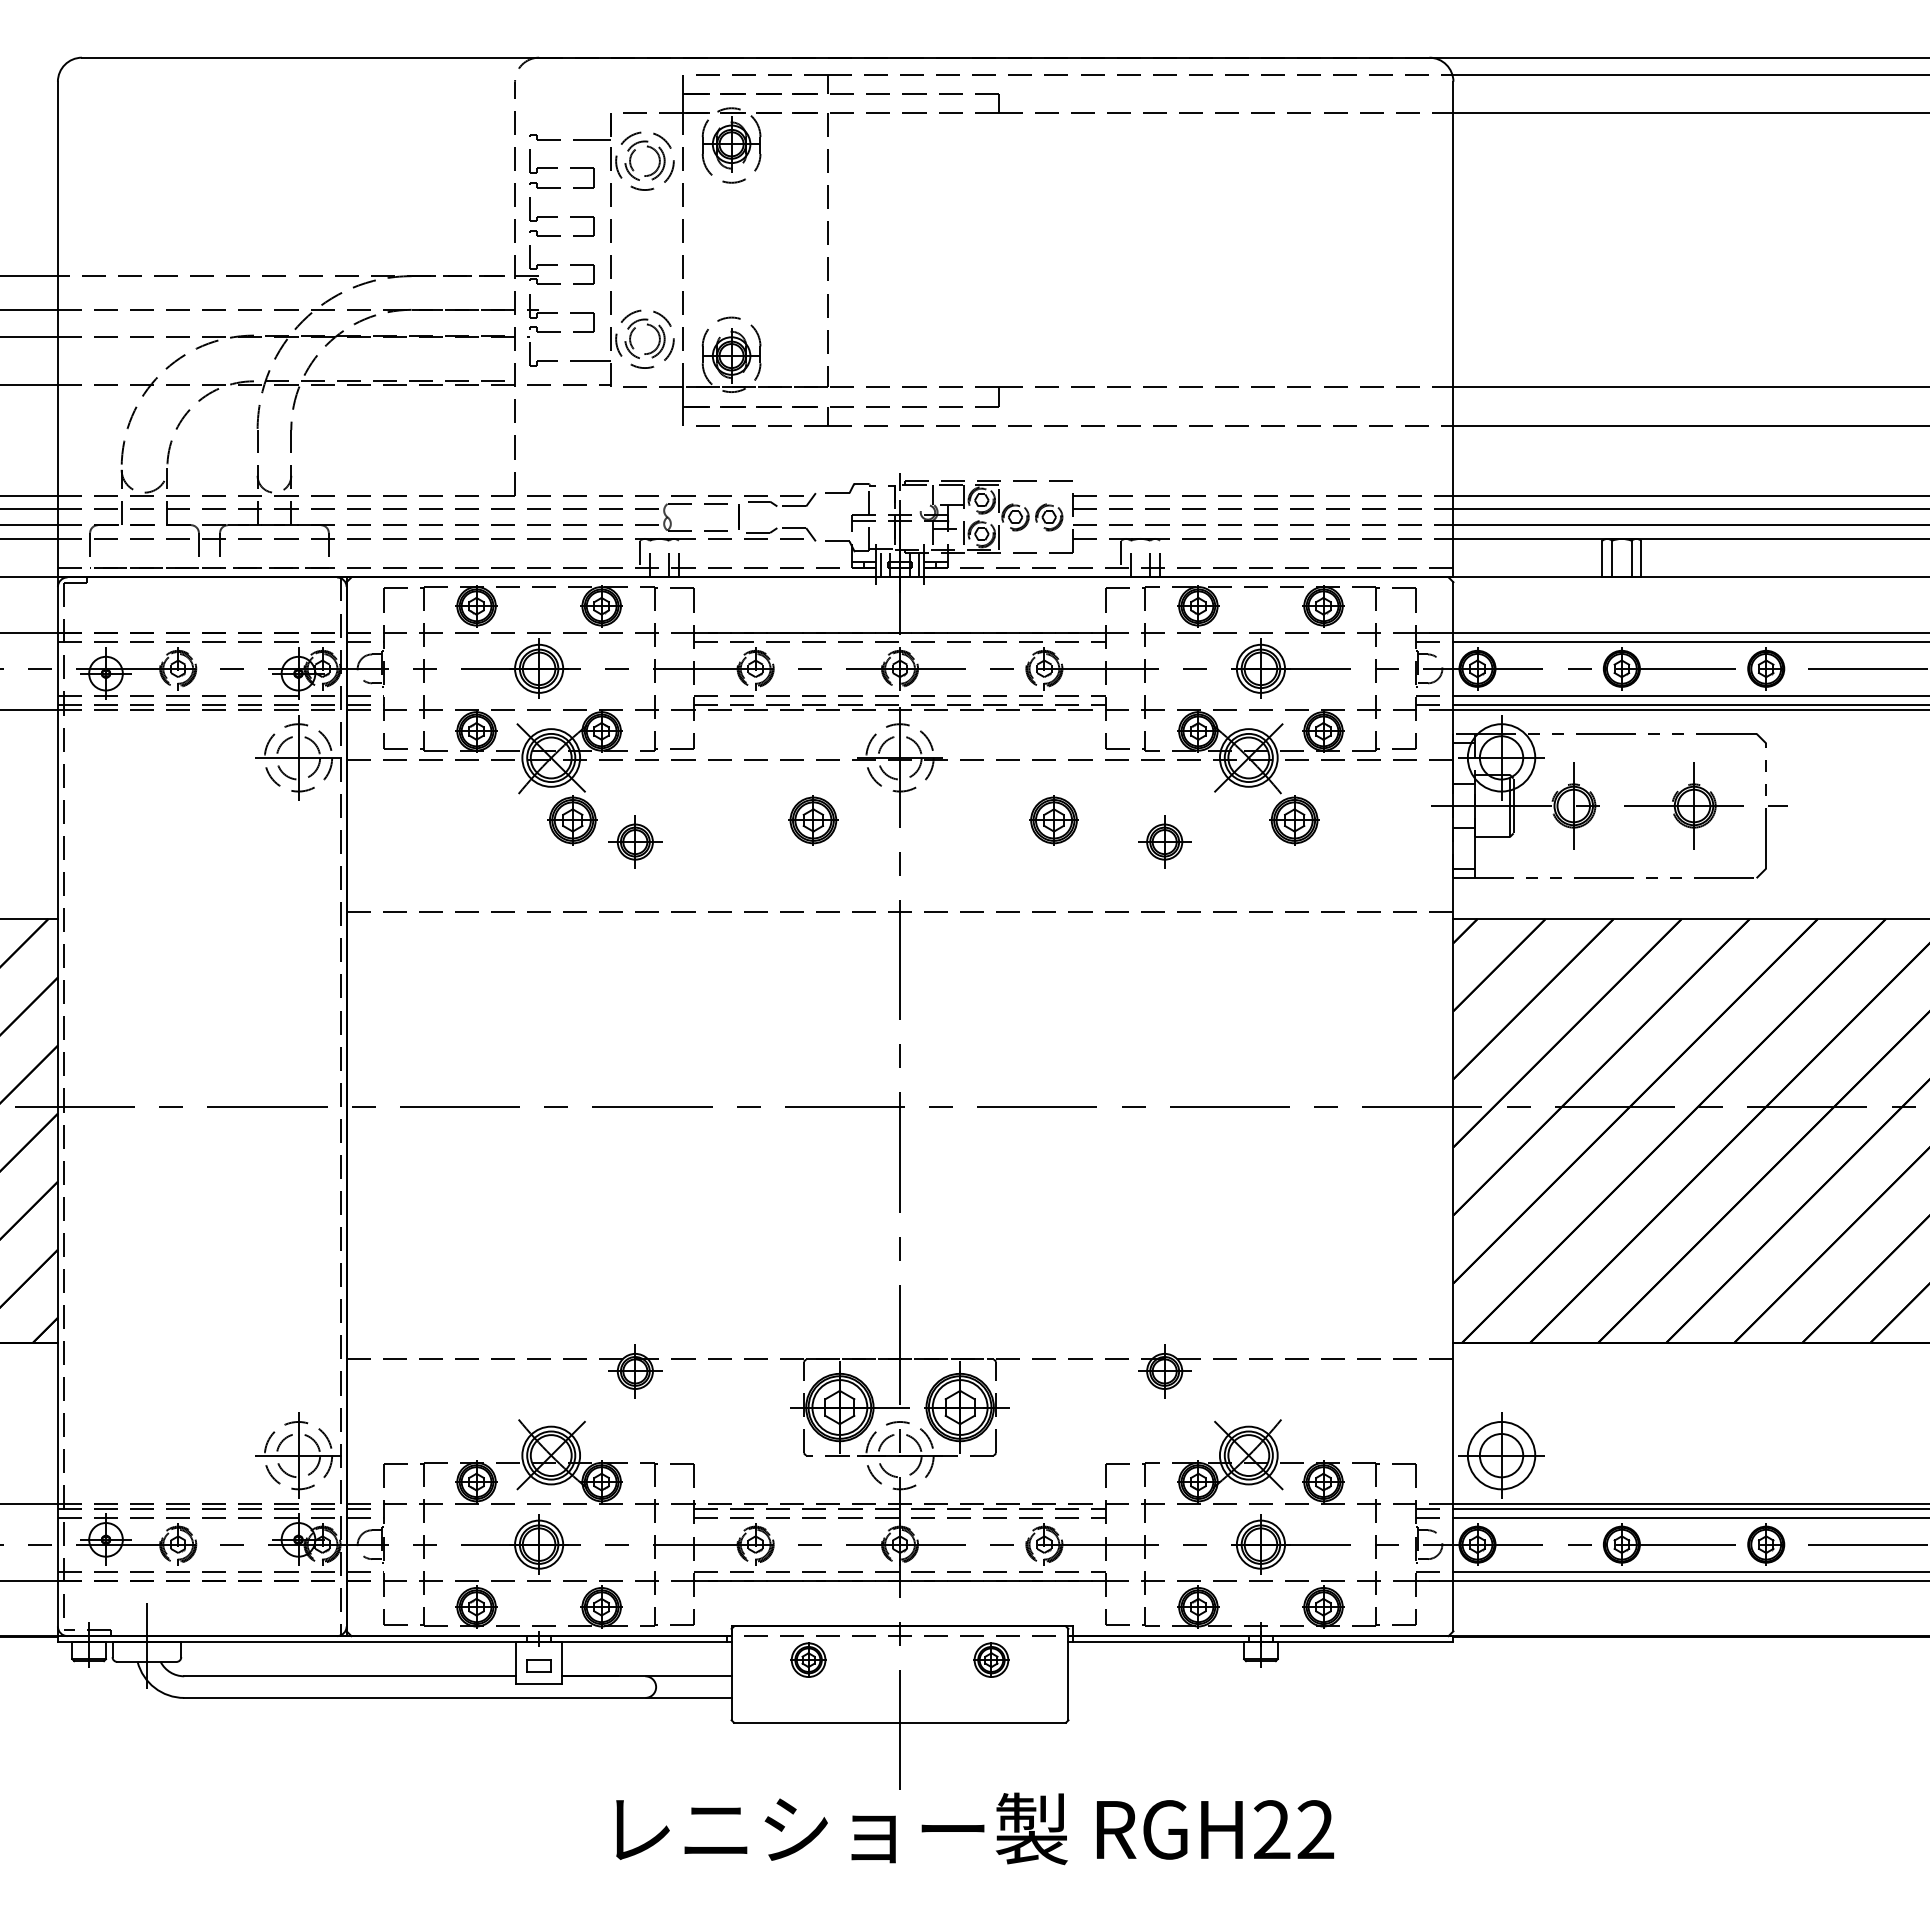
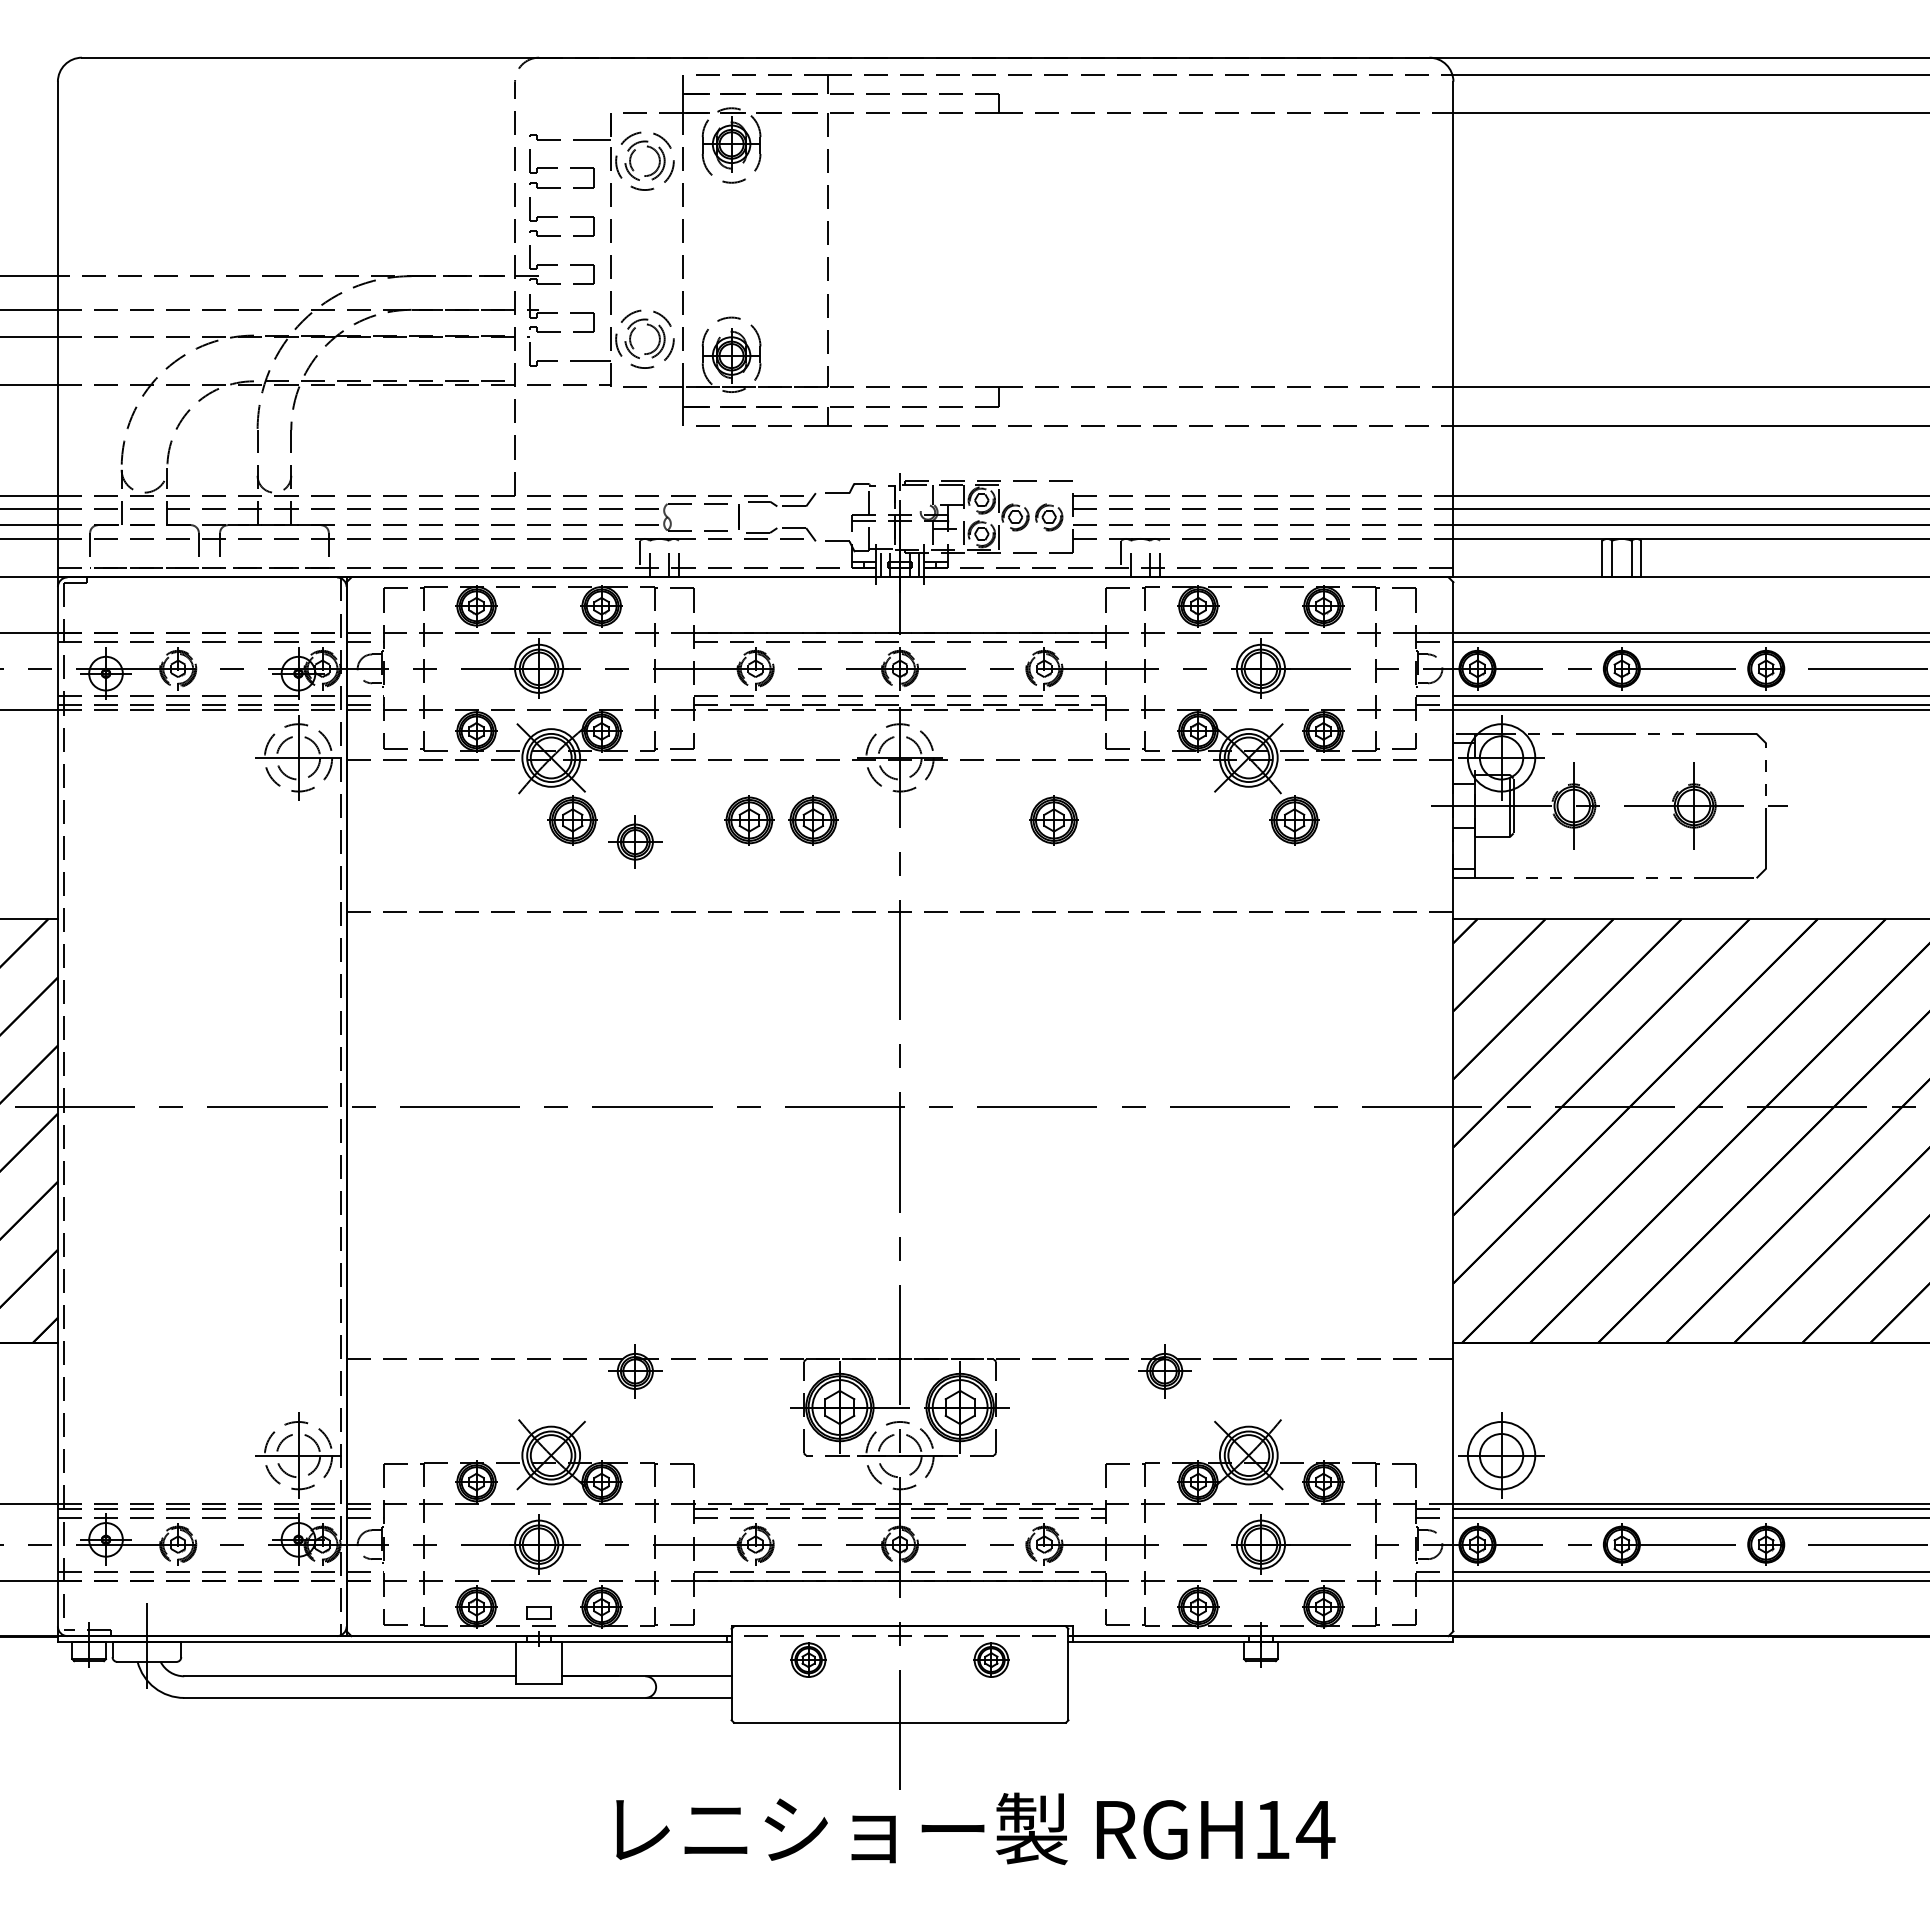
part at (749, 820): none -> present
part at (1164, 841): present -> none
part at (538, 1665) position: (538, 1665) -> (538, 1612)
text at (1294, 1829): RGH22 -> RGH14
